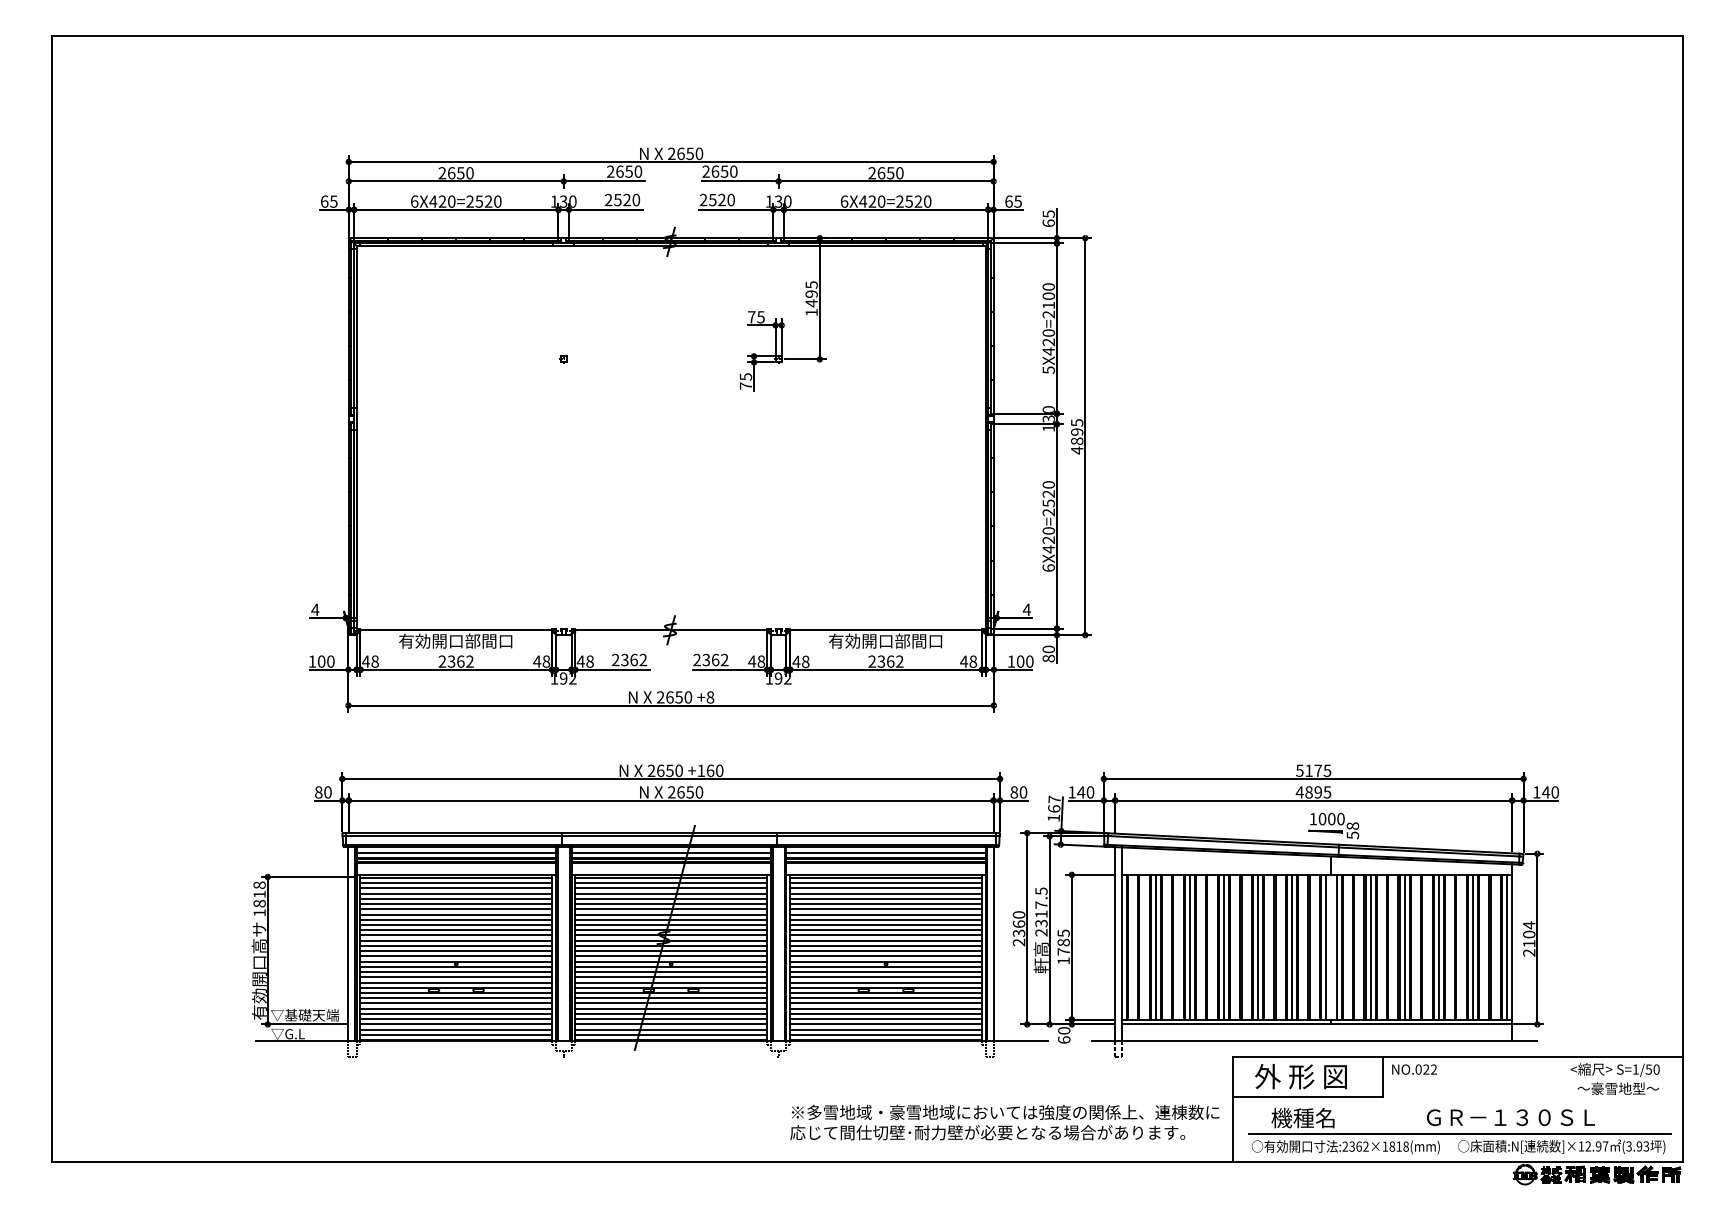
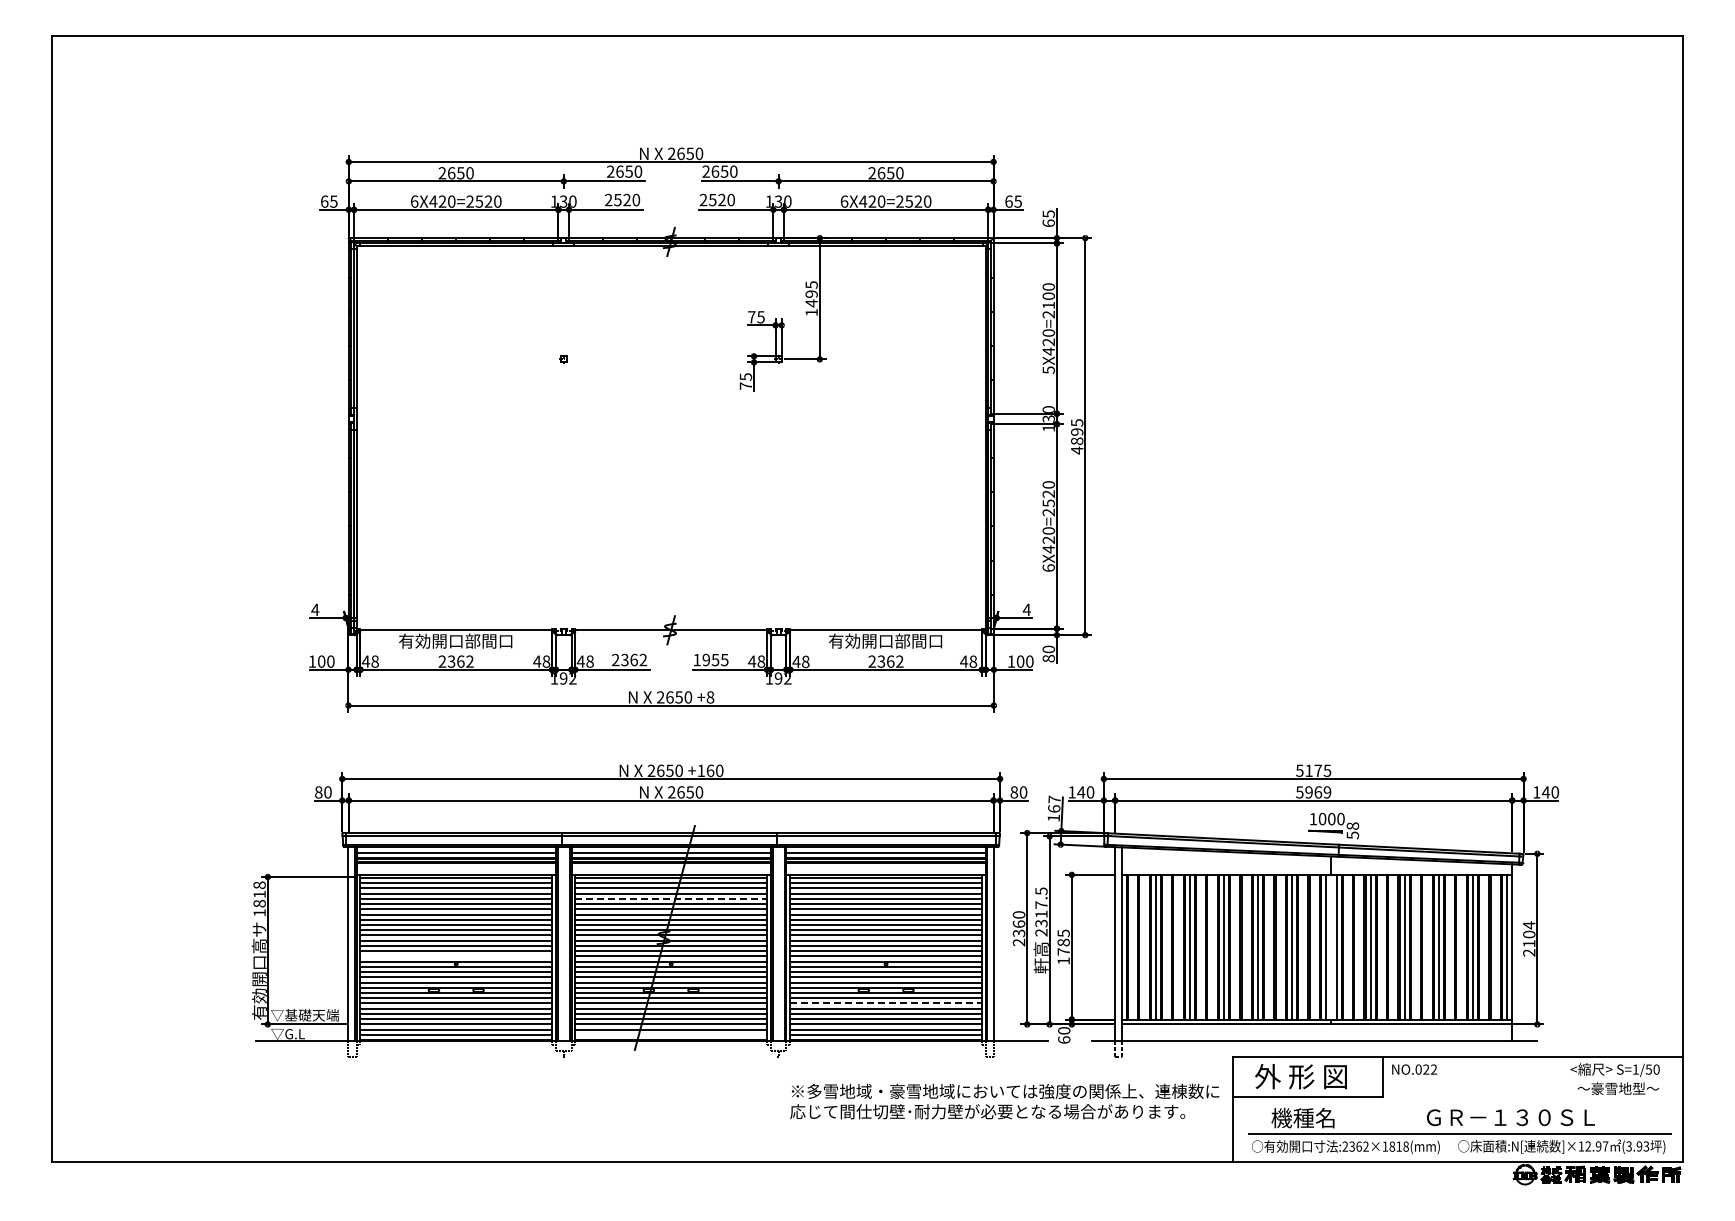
text at (710, 659): 2362 -> 1955
text at (1313, 792): 4895 -> 5969
line at (671, 898): solid -> dashed
line at (456, 956): present -> none
line at (886, 1003): solid -> dashed
line at (670, 1034): present -> none
text at (1004, 1122) position: (1004, 1122) -> (1004, 1101)
